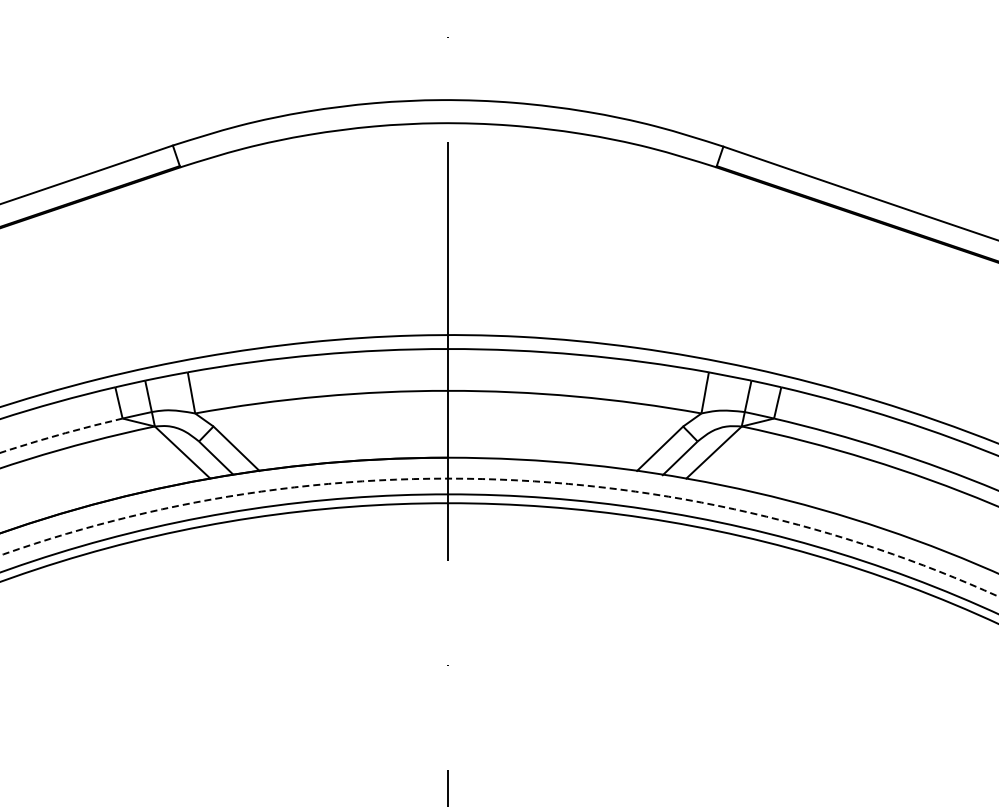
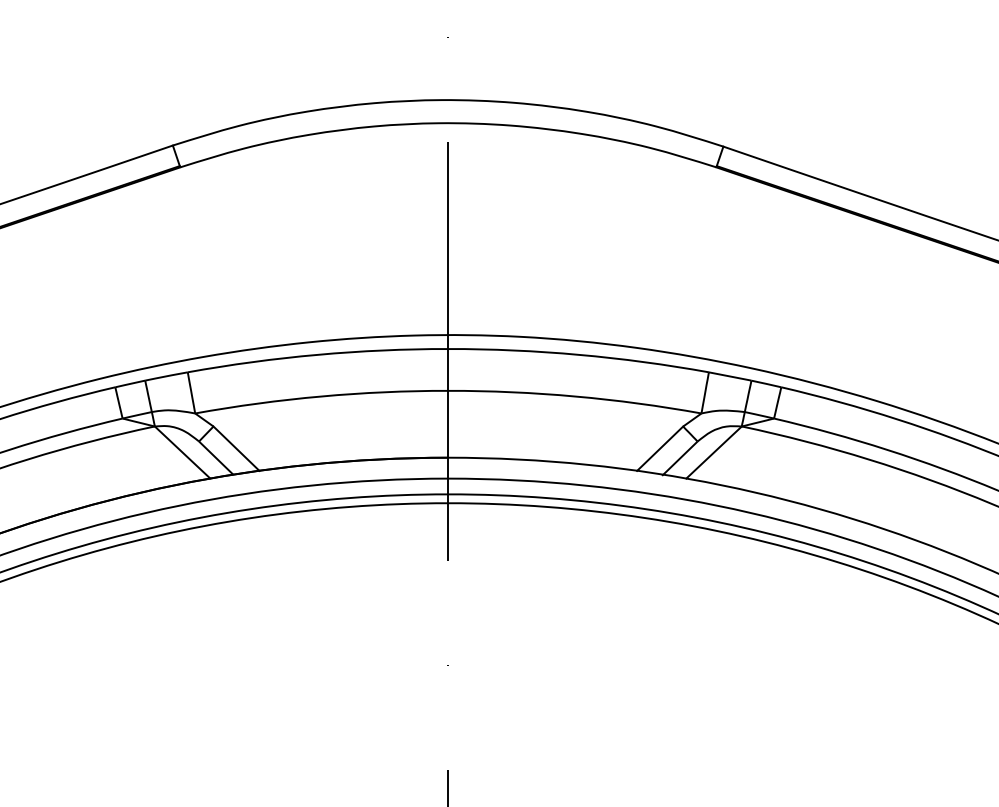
arc at (60, 434): dashed -> solid
circle at (499, 537): dashed -> solid
